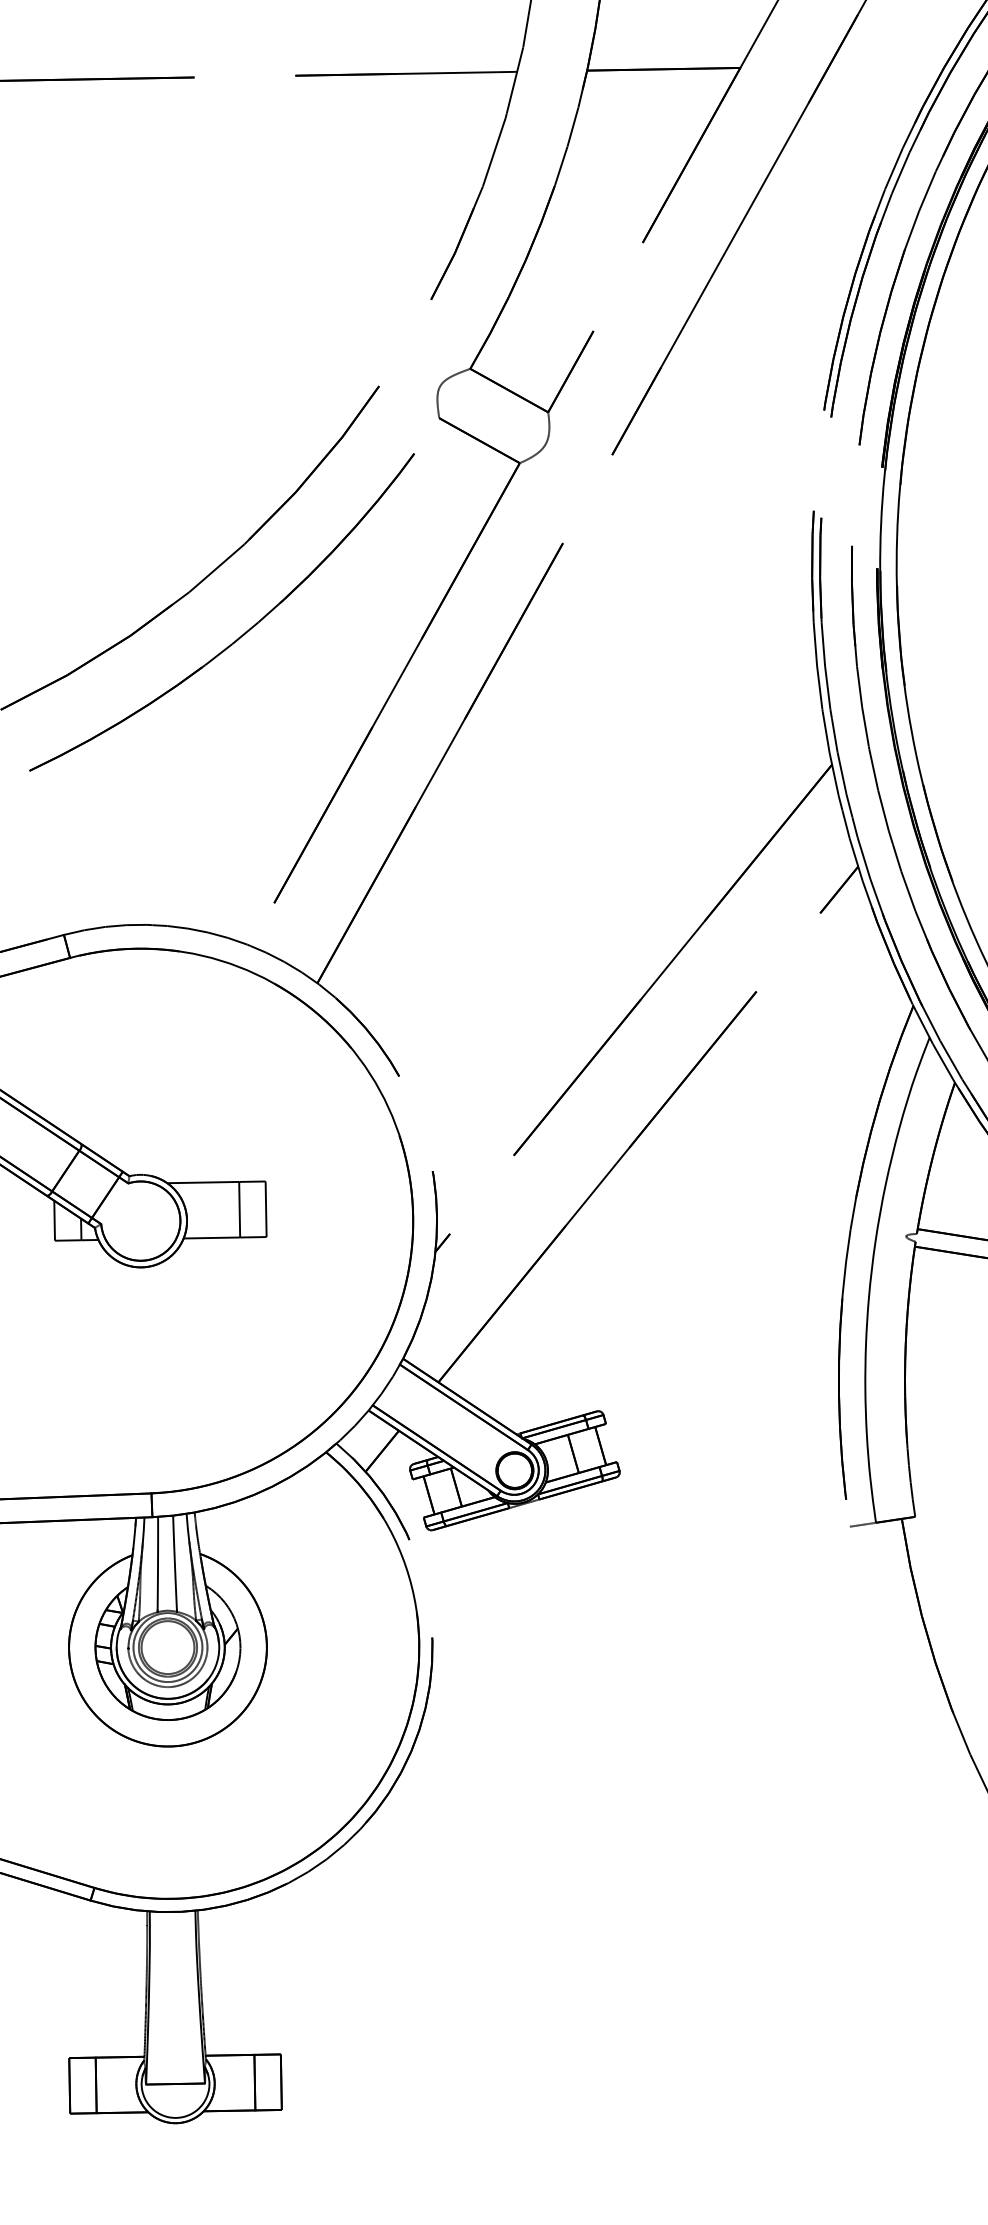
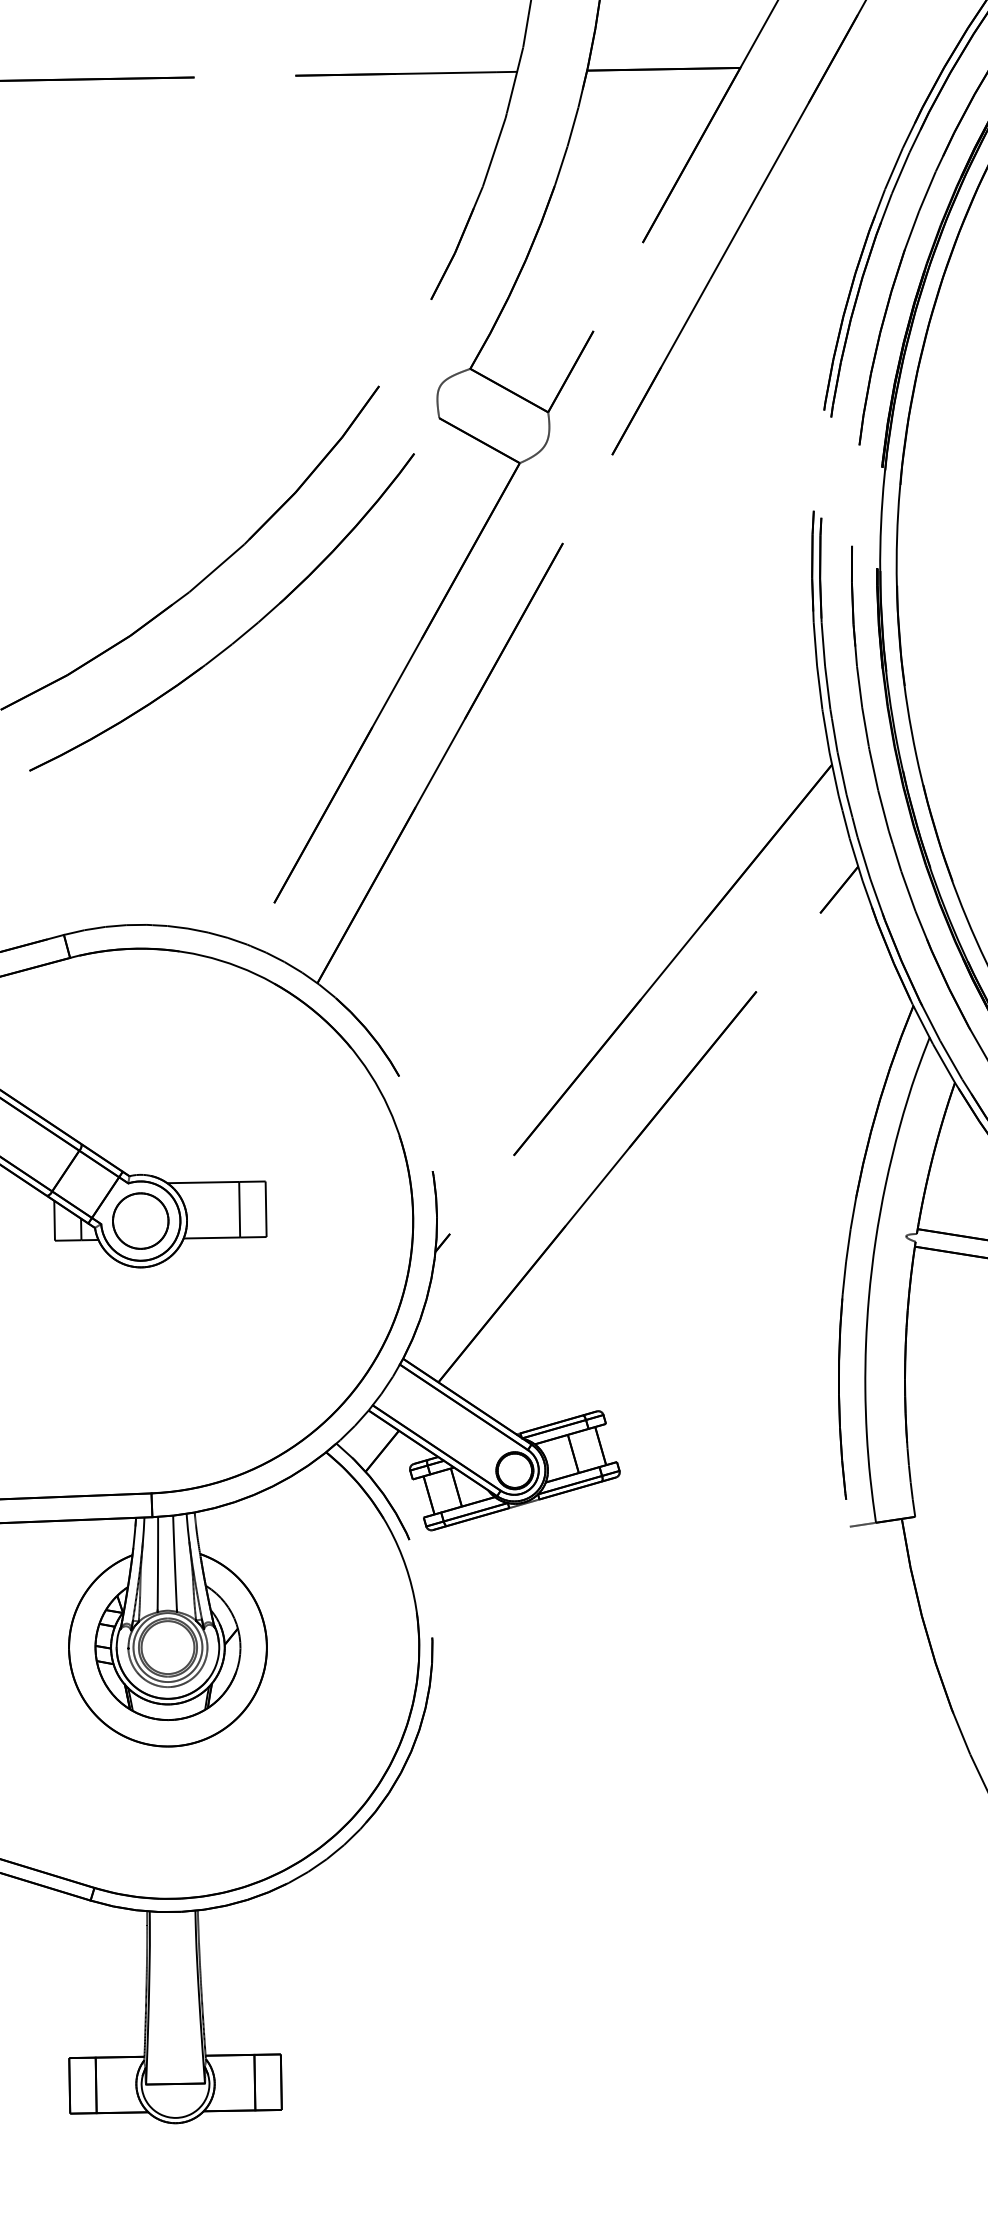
circle at (140, 1220): none -> present
